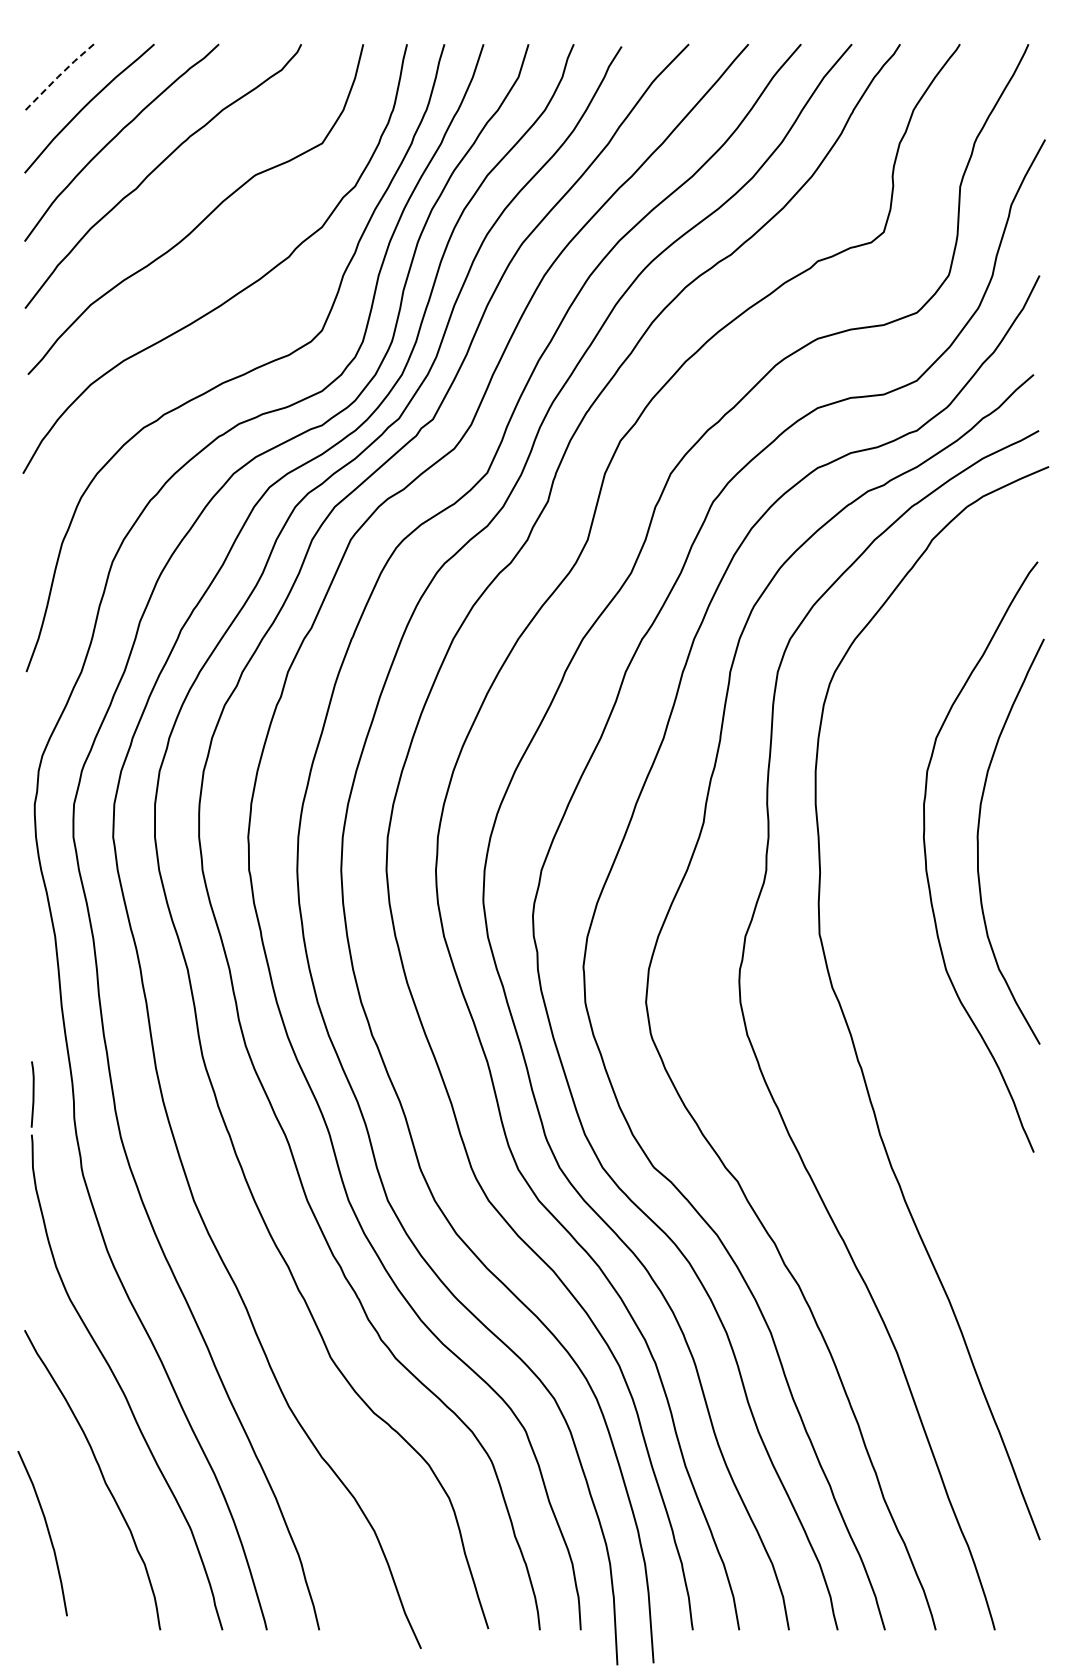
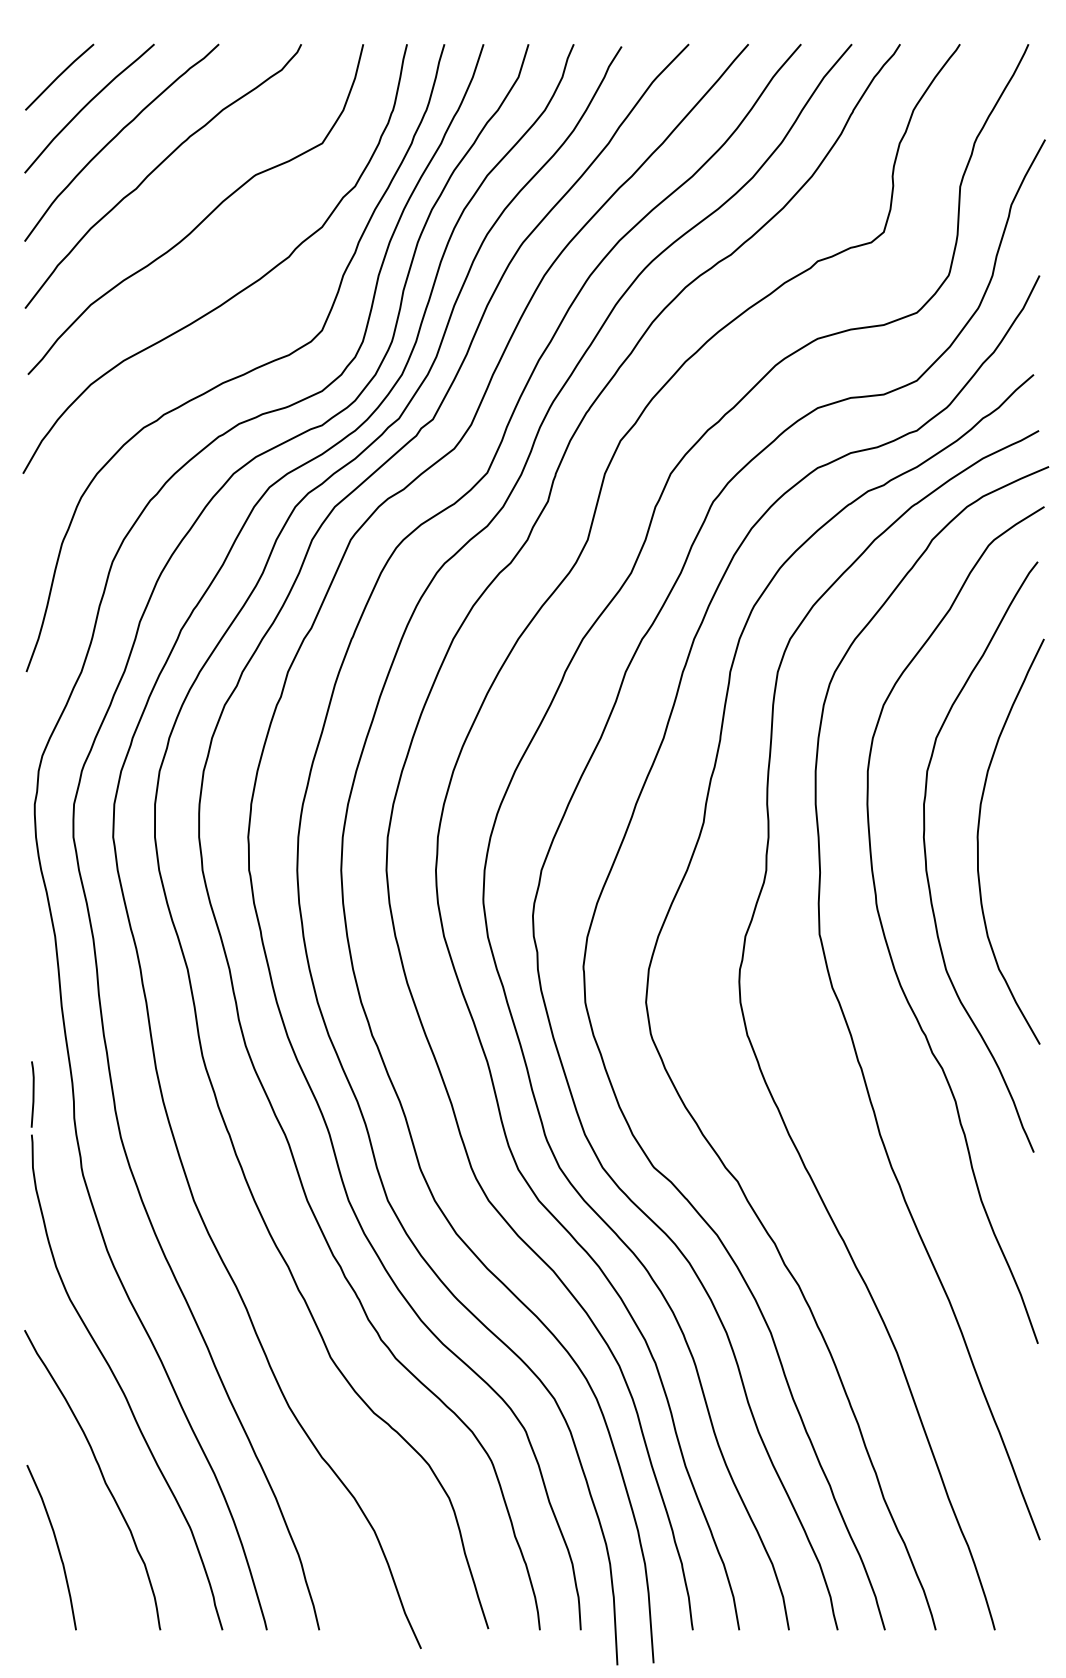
line at (58, 76): dashed -> solid
curve at (888, 945): none -> present
curve at (47, 1531) position: (47, 1531) -> (56, 1545)
